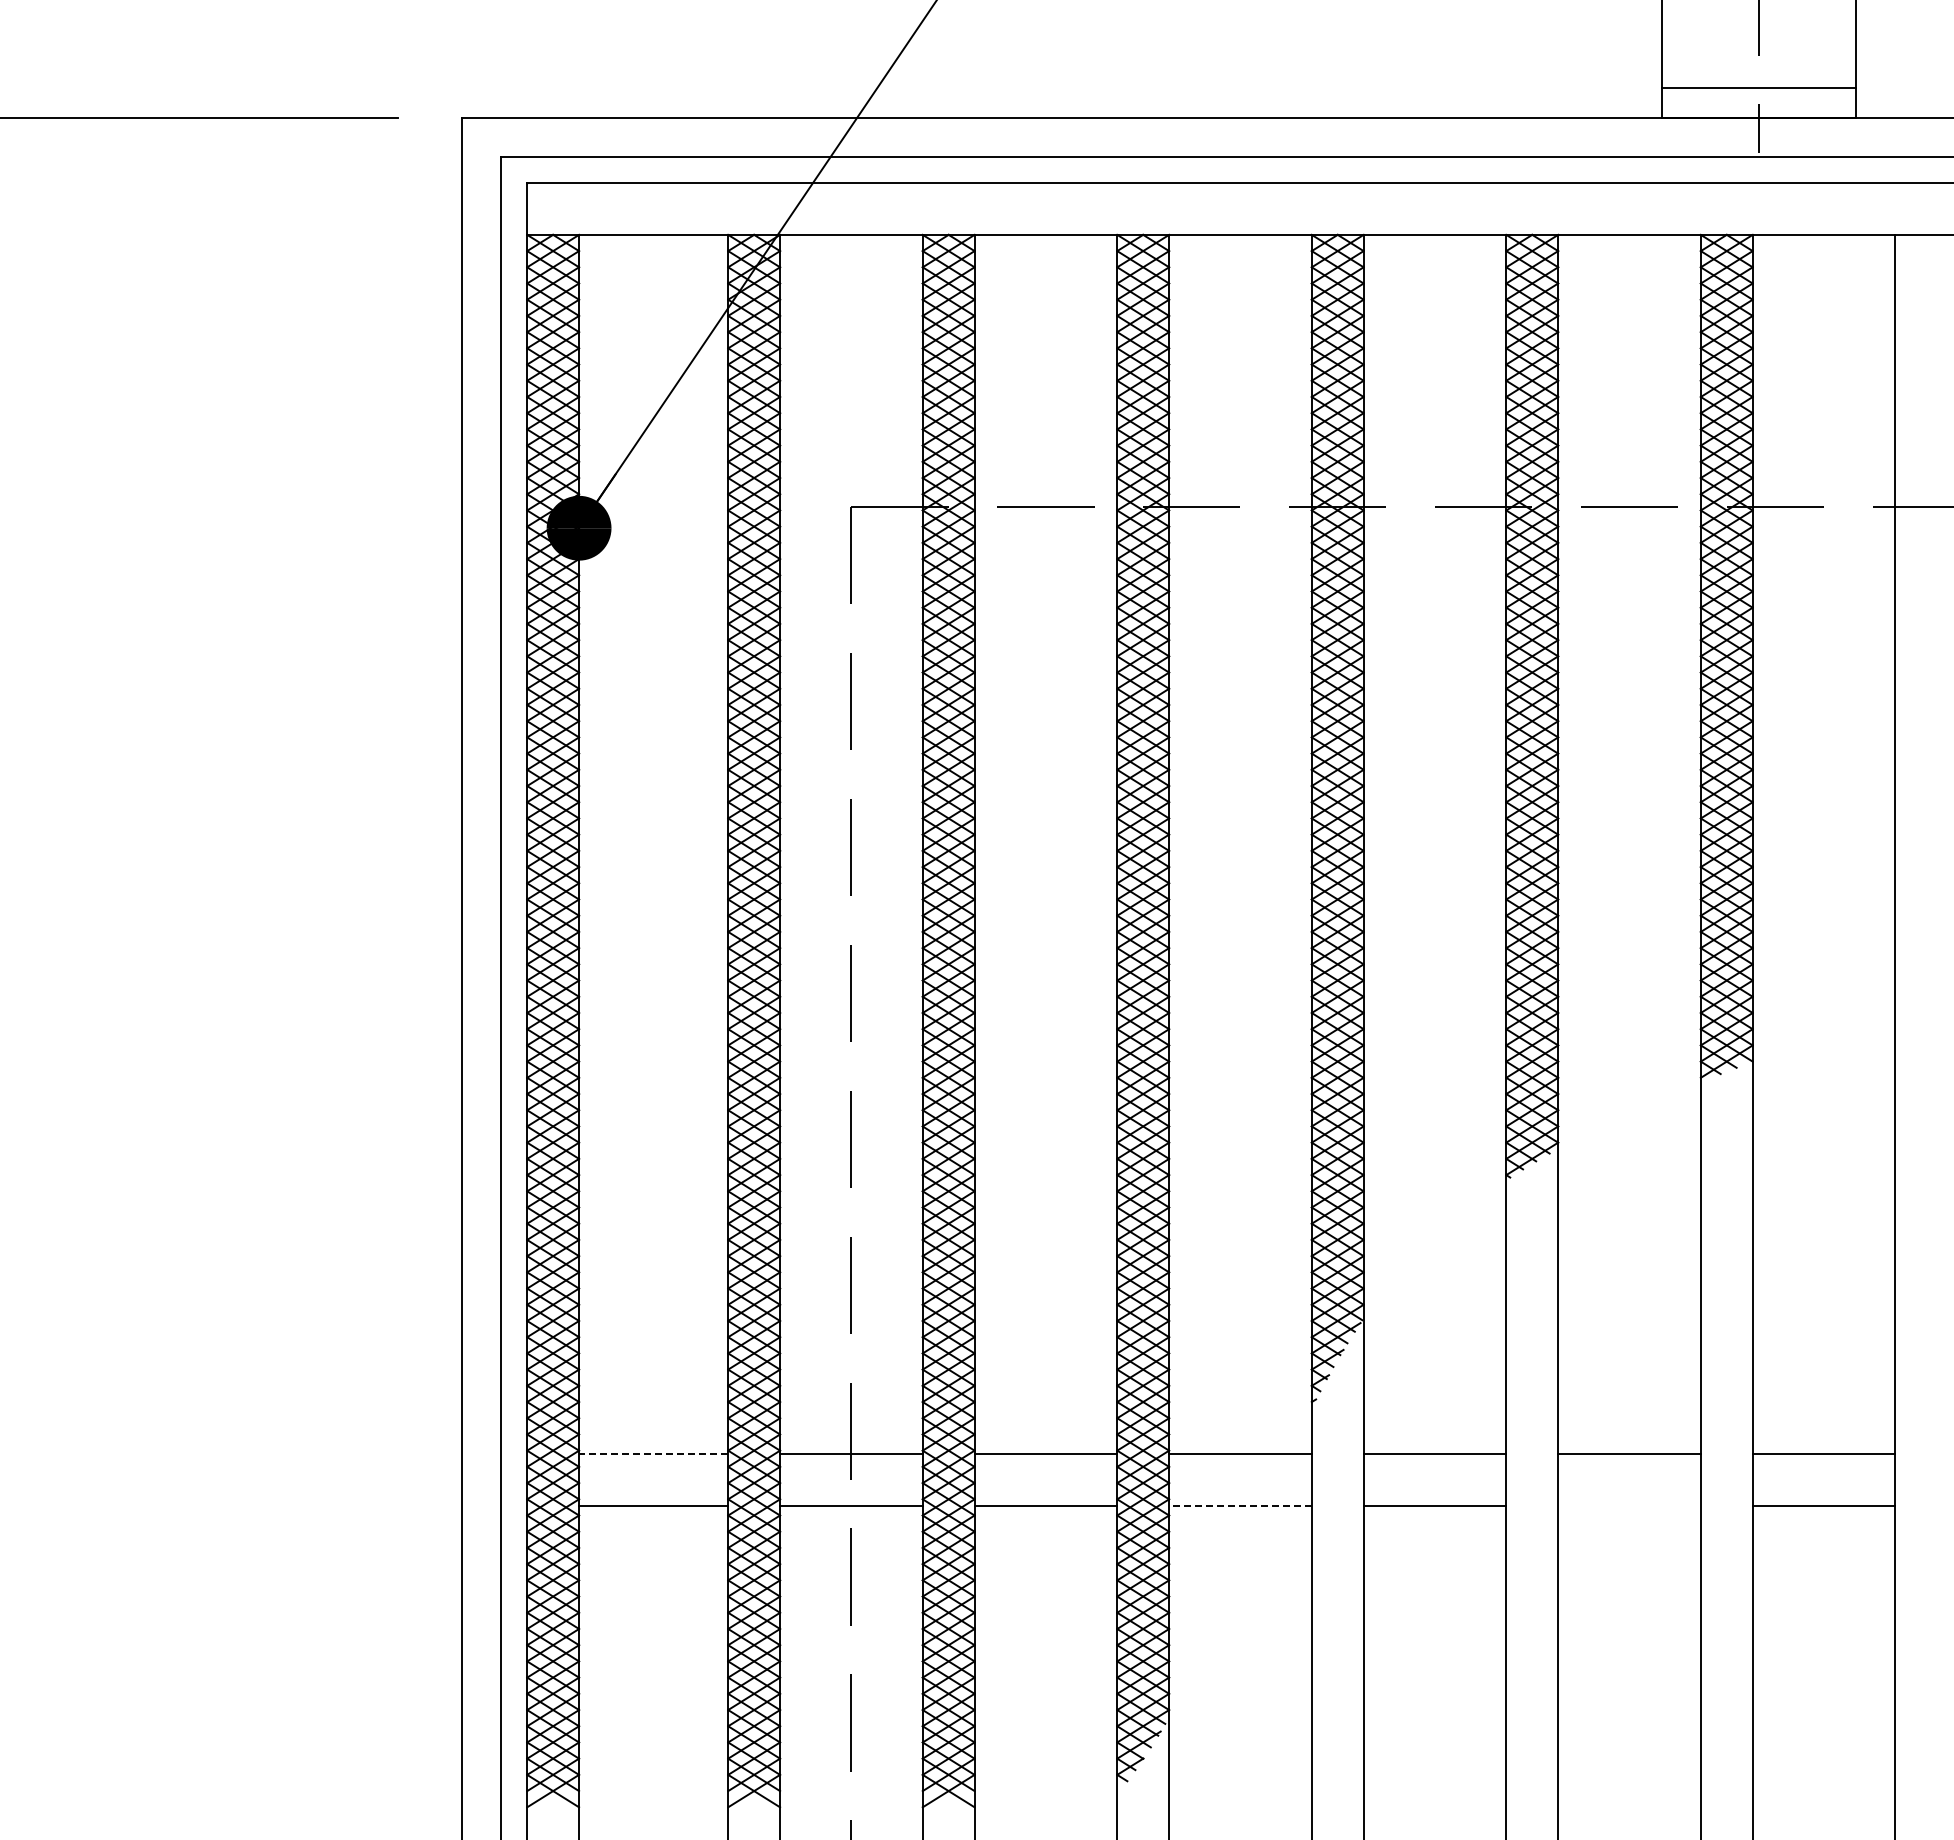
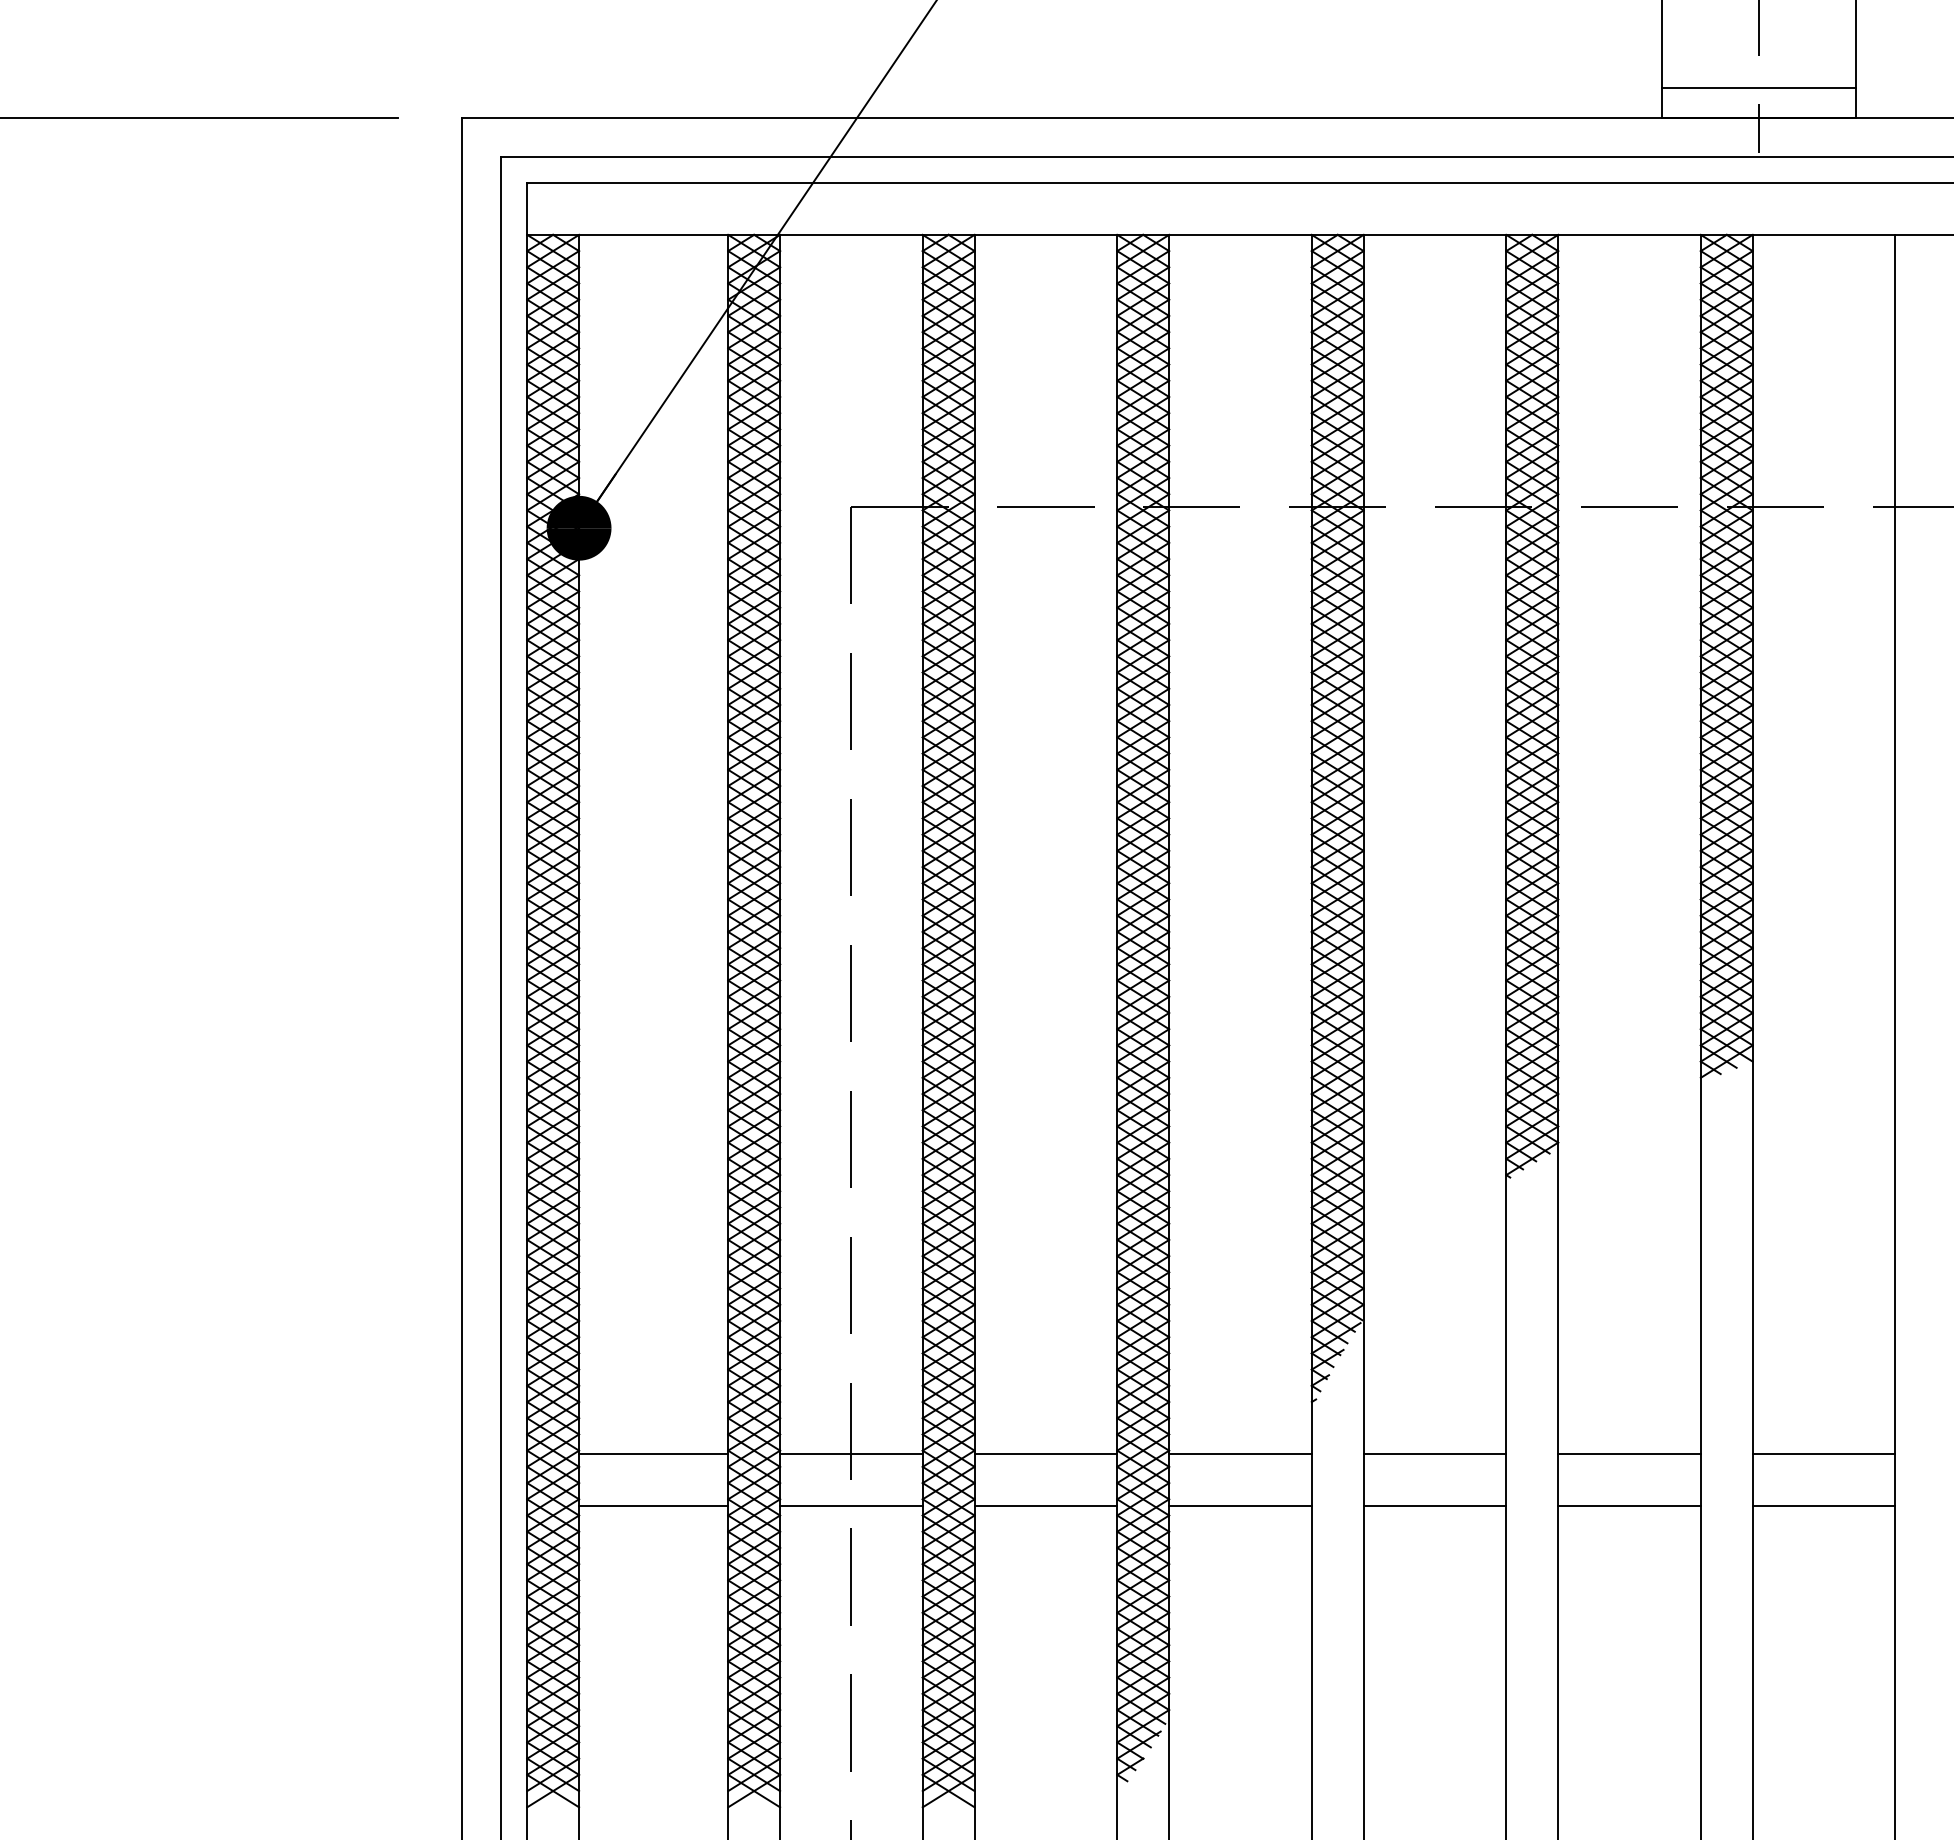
line at (653, 1453): dashed -> solid
line at (1239, 1505): dashed -> solid
line at (1629, 1505): none -> present
